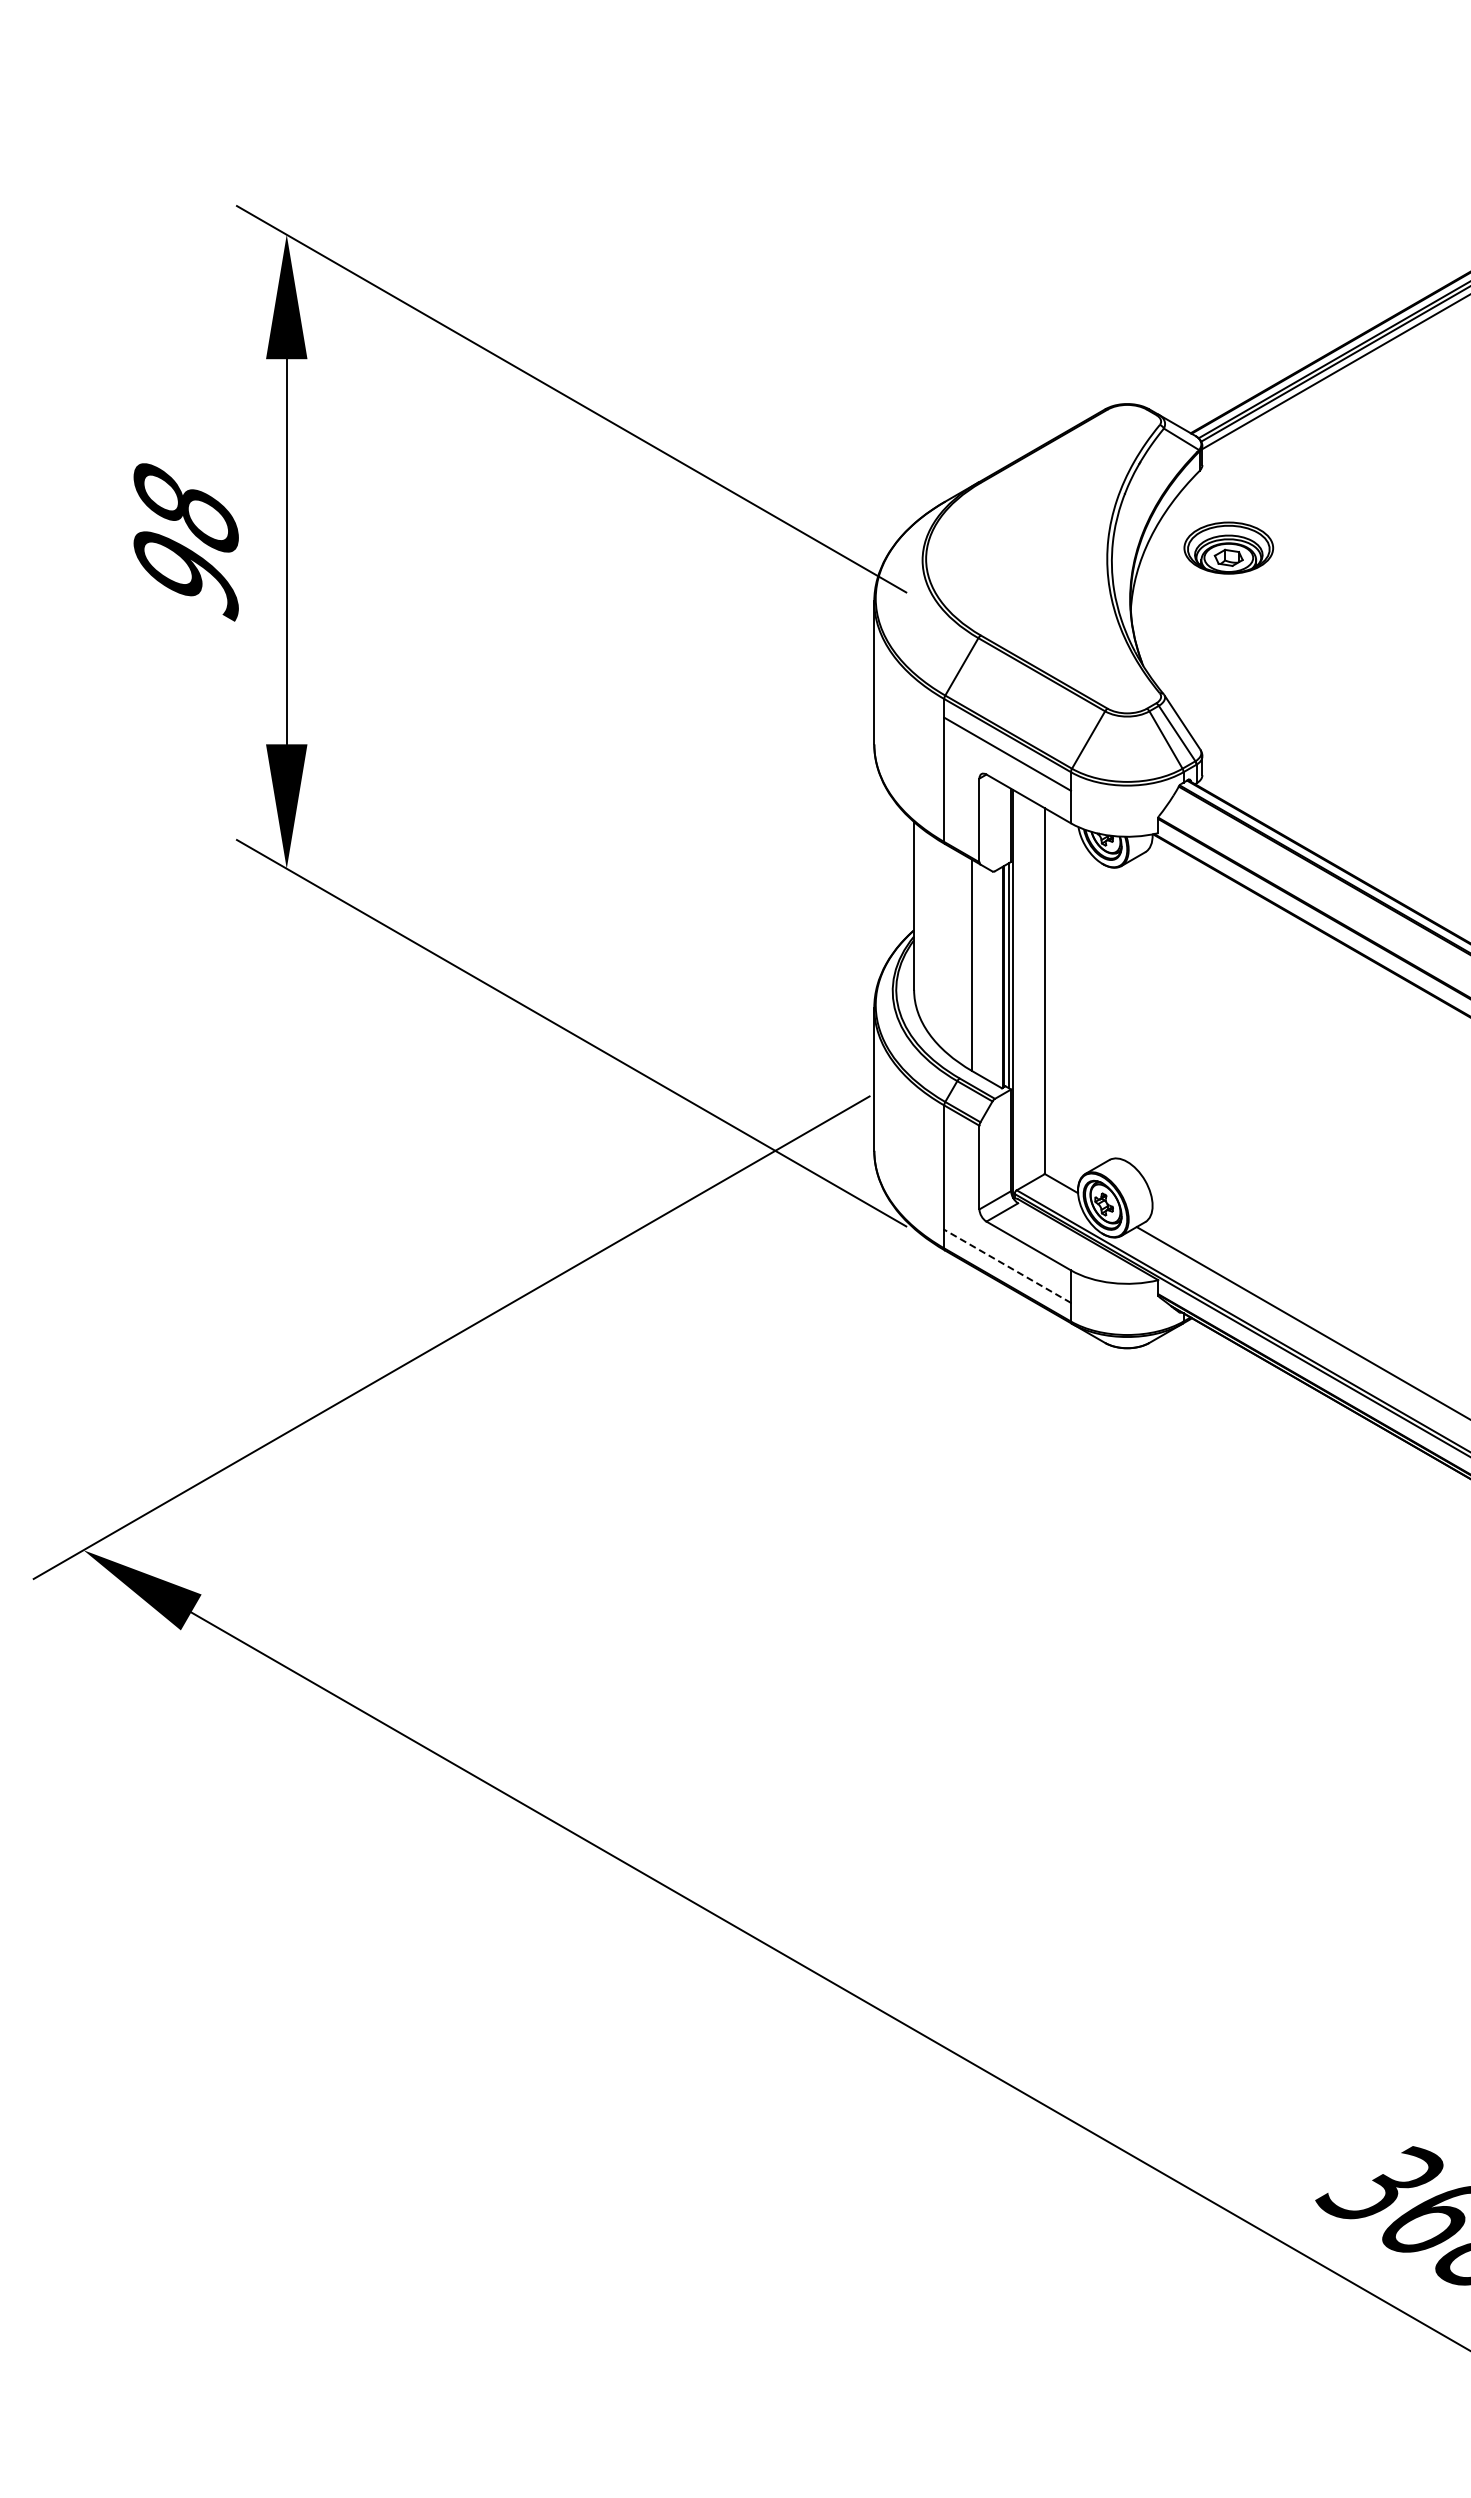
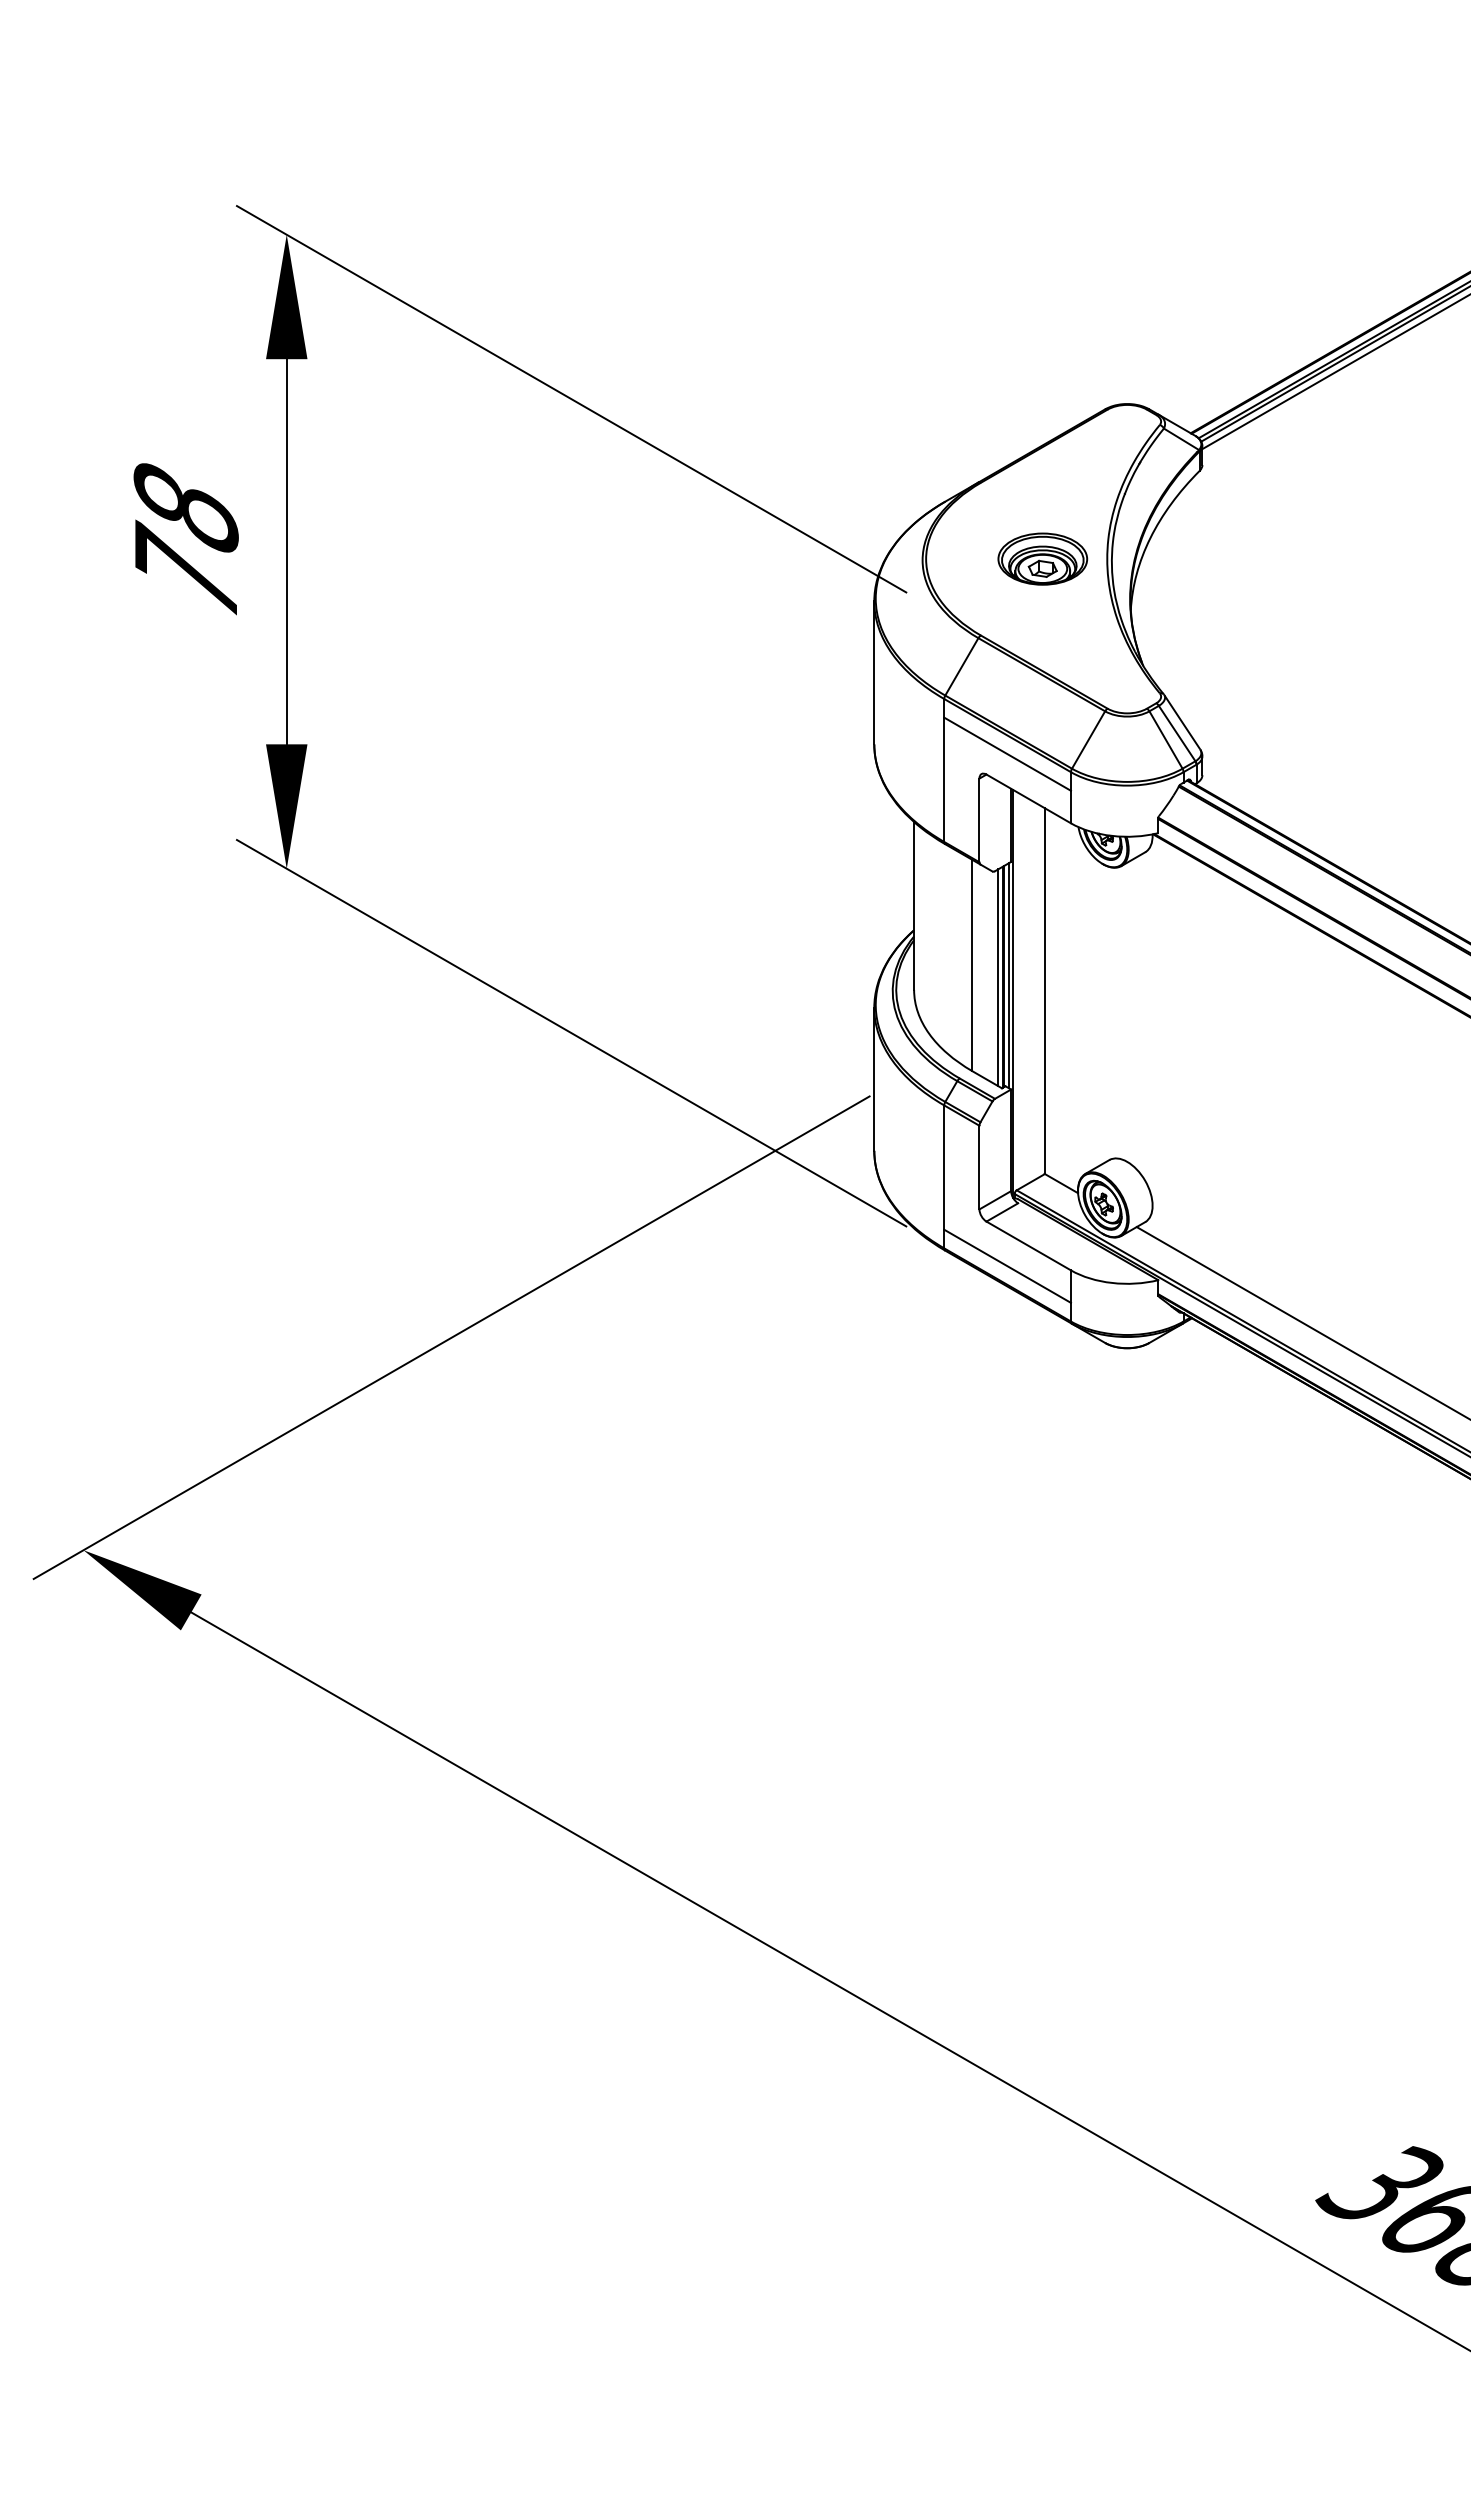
part at (1228, 547) position: (1228, 547) -> (1042, 558)
text at (185, 570): 98 -> 78
line at (998, 977): none -> present
line at (1007, 1266): dashed -> solid
